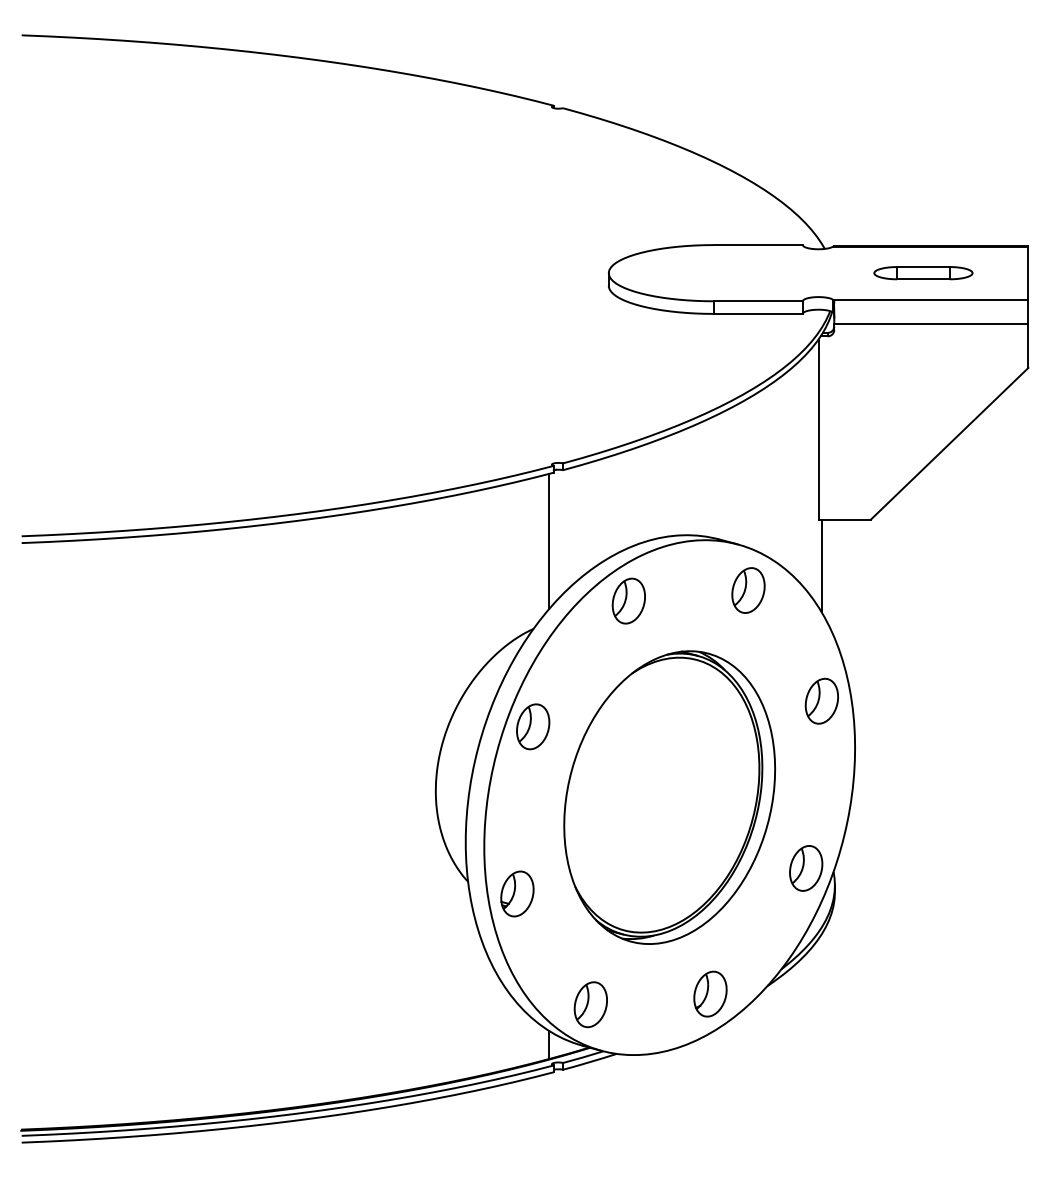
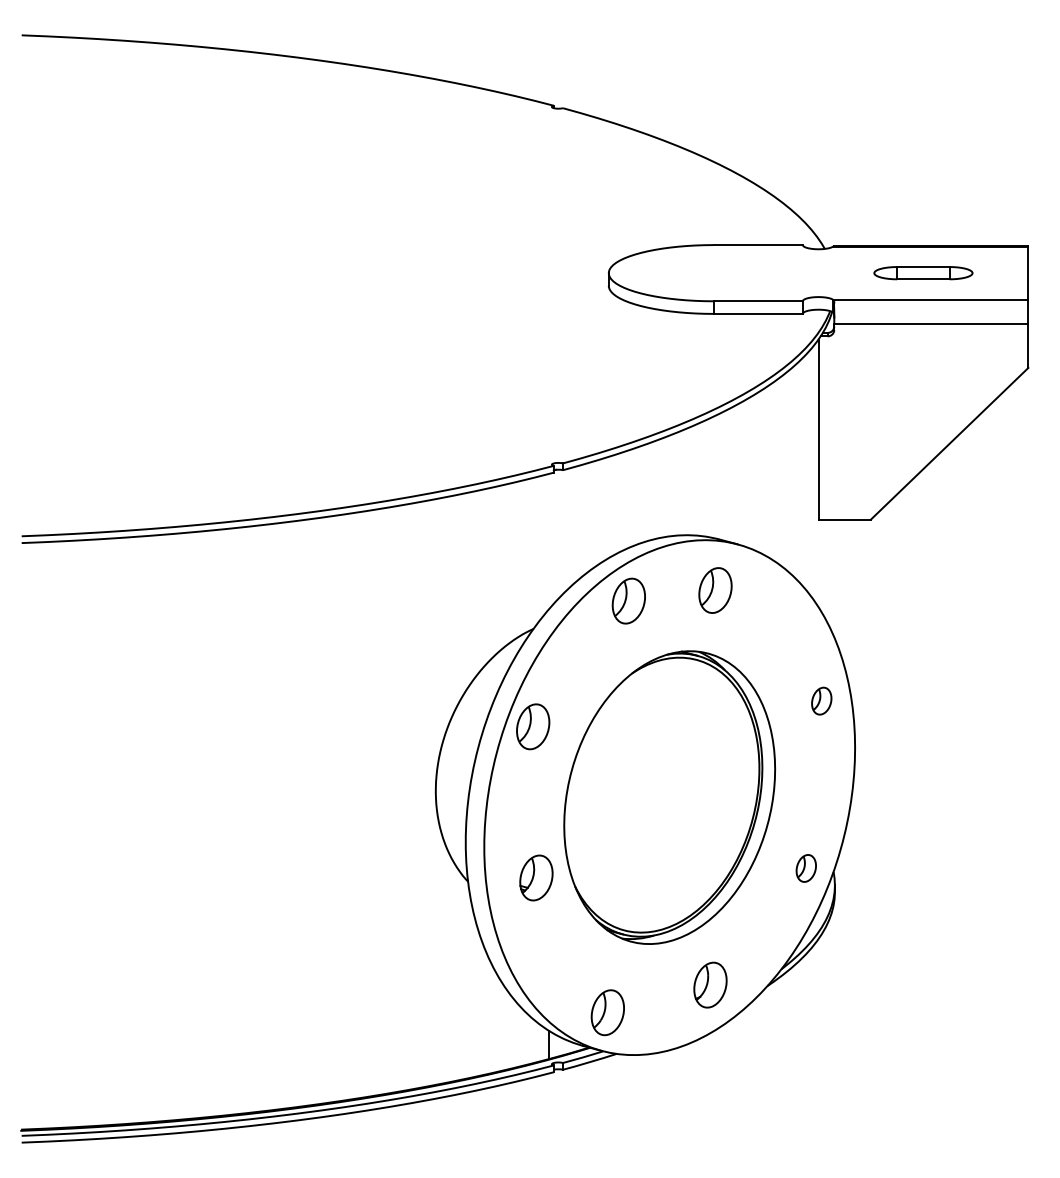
line at (549, 541): present -> none
line at (821, 565): present -> none
part at (748, 590) position: (748, 590) -> (715, 590)
part at (821, 700) size: 35x48 px -> 22x30 px
part at (806, 868) size: 35x47 px -> 22x29 px
part at (517, 893) position: (517, 893) -> (536, 877)
part at (710, 993) position: (710, 993) -> (710, 984)
part at (590, 1004) position: (590, 1004) -> (607, 1012)
